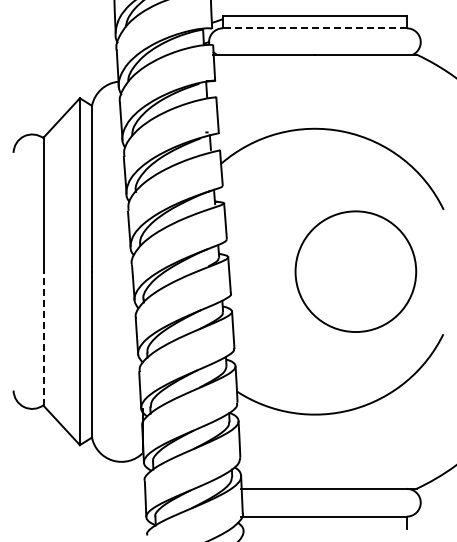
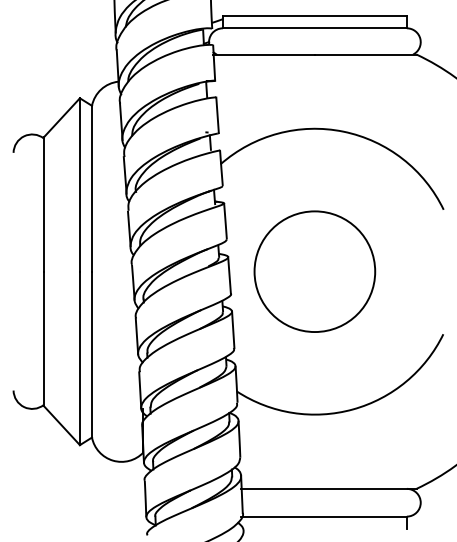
line at (314, 28): dashed -> solid
circle at (355, 271) position: (355, 271) -> (314, 271)
line at (43, 338): dashed -> solid
